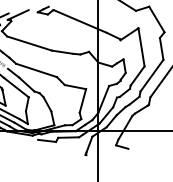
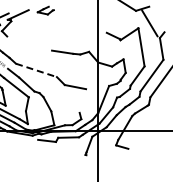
line at (156, 19) position: (156, 19) -> (149, 23)
line at (79, 21): present -> none
line at (29, 43): present -> none
line at (36, 70): solid -> dashed
line at (82, 100): present -> none
